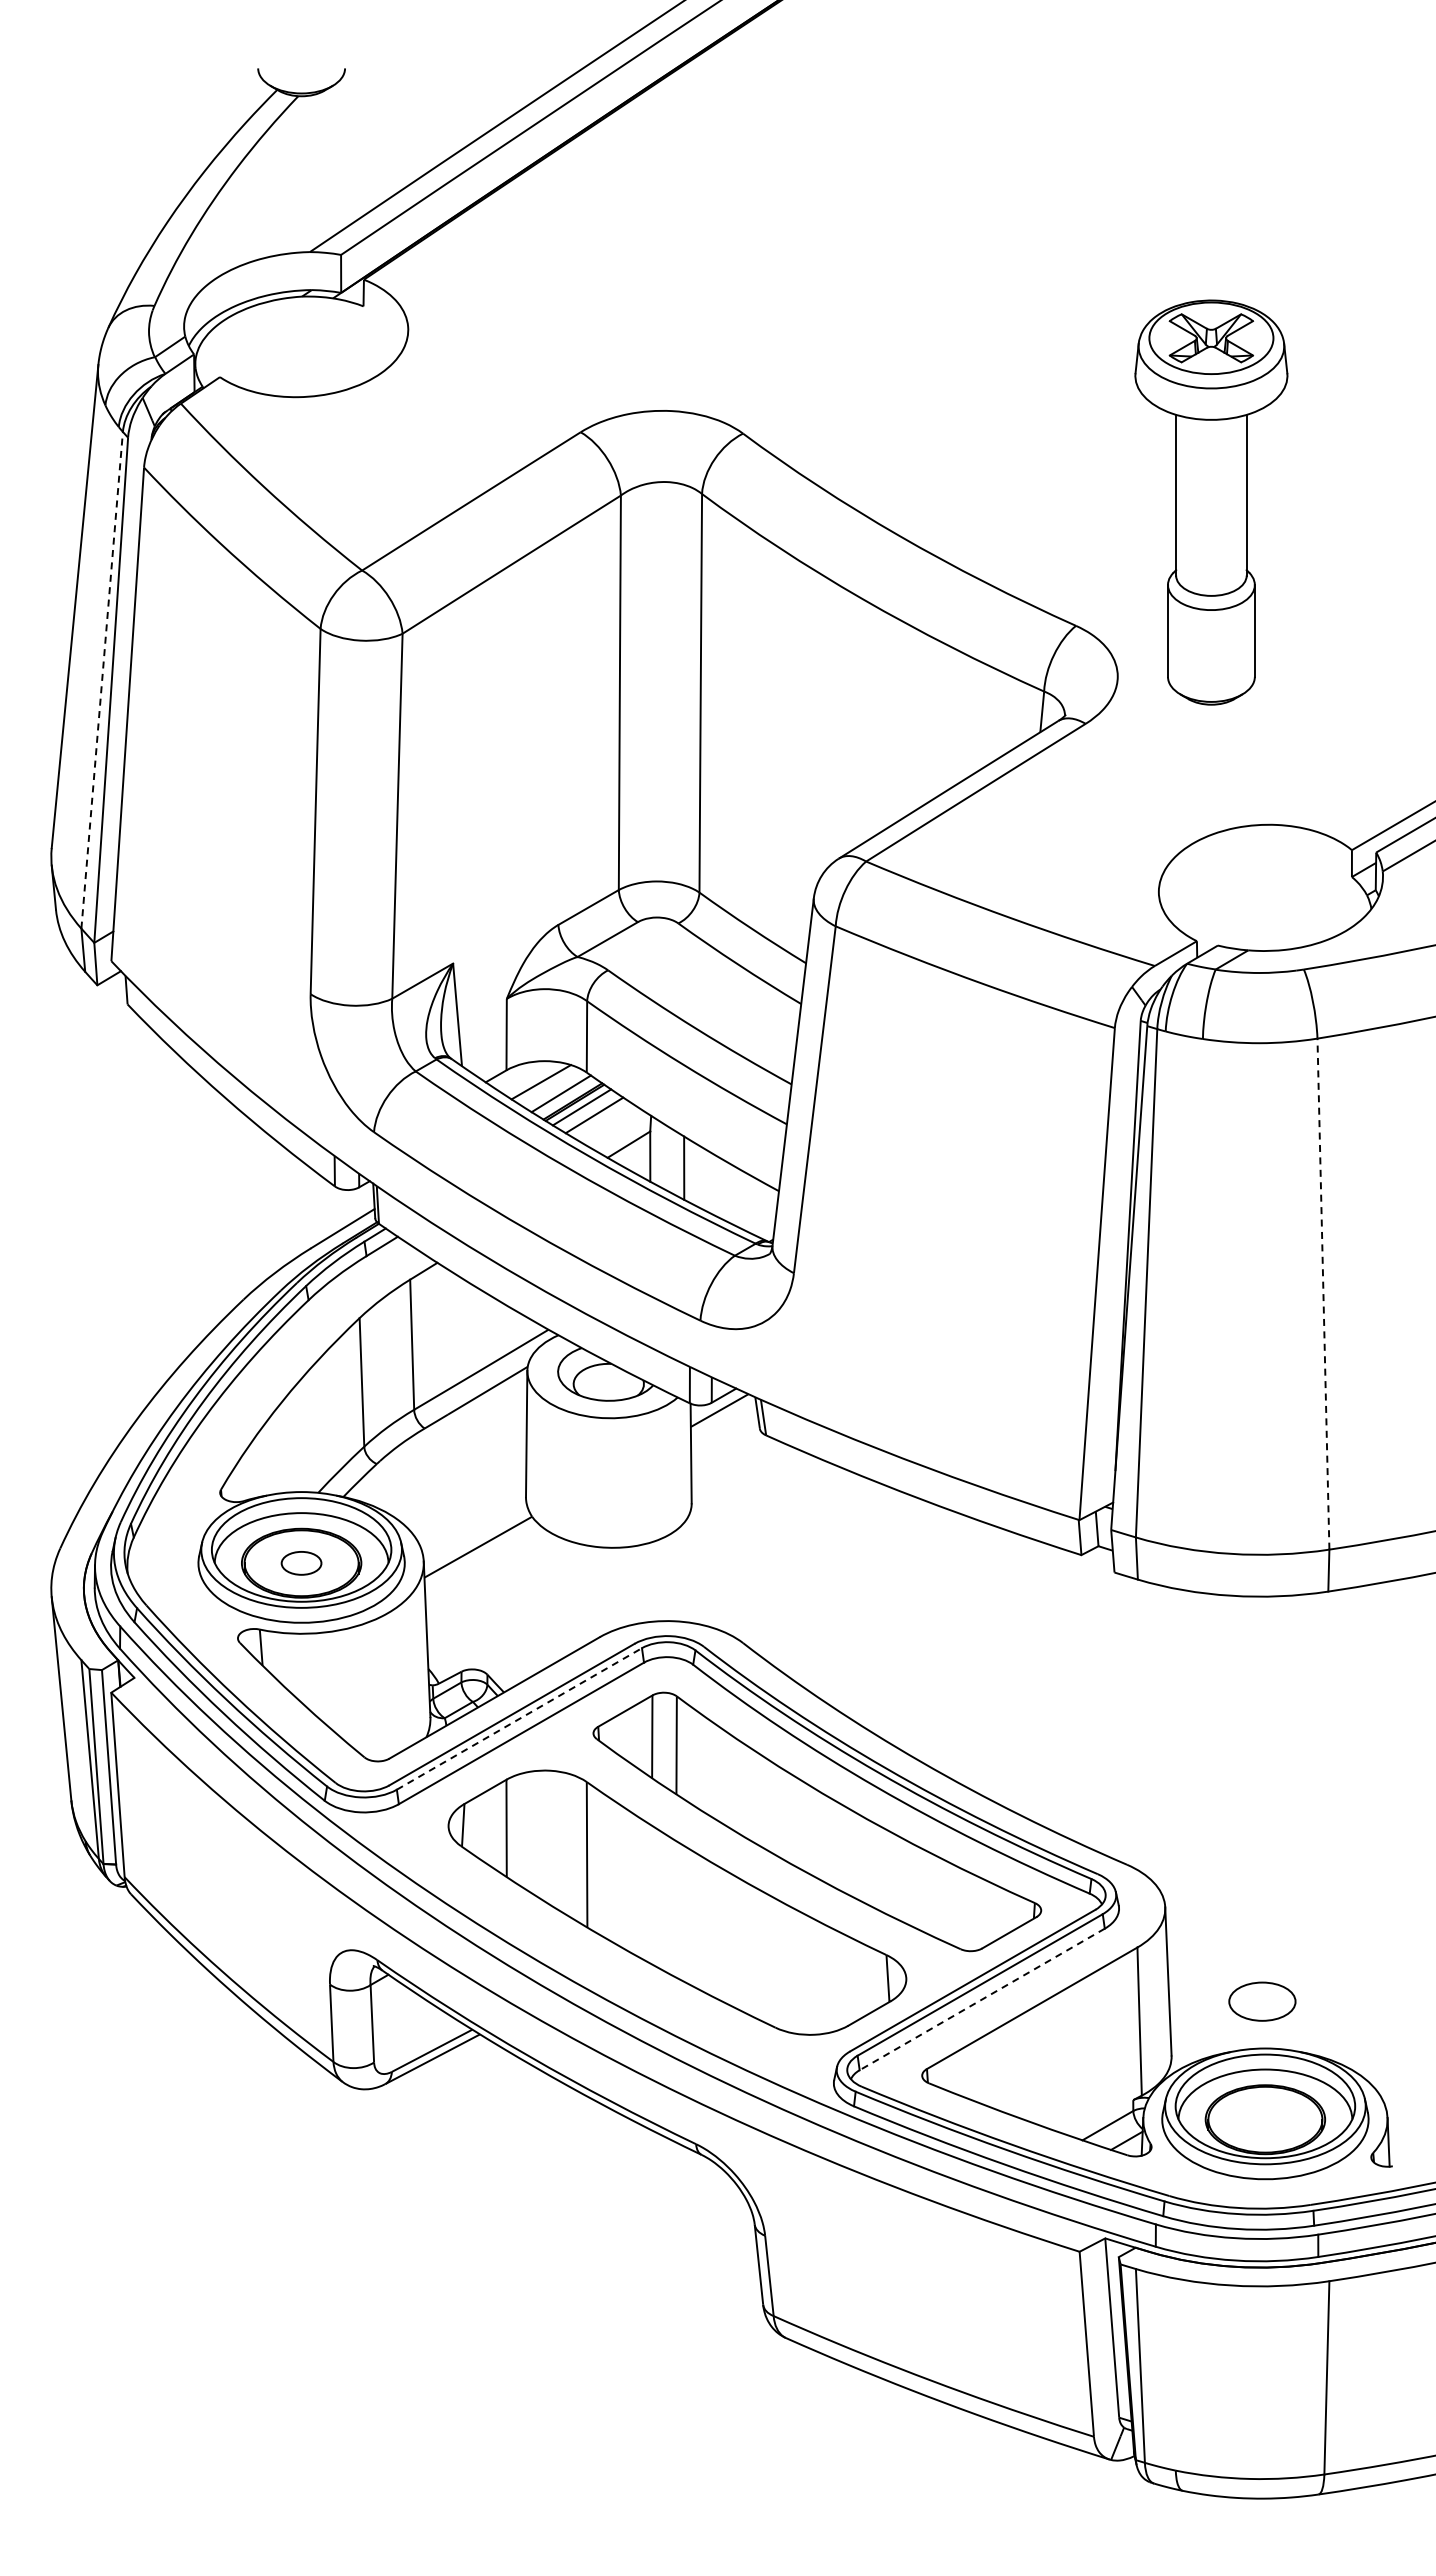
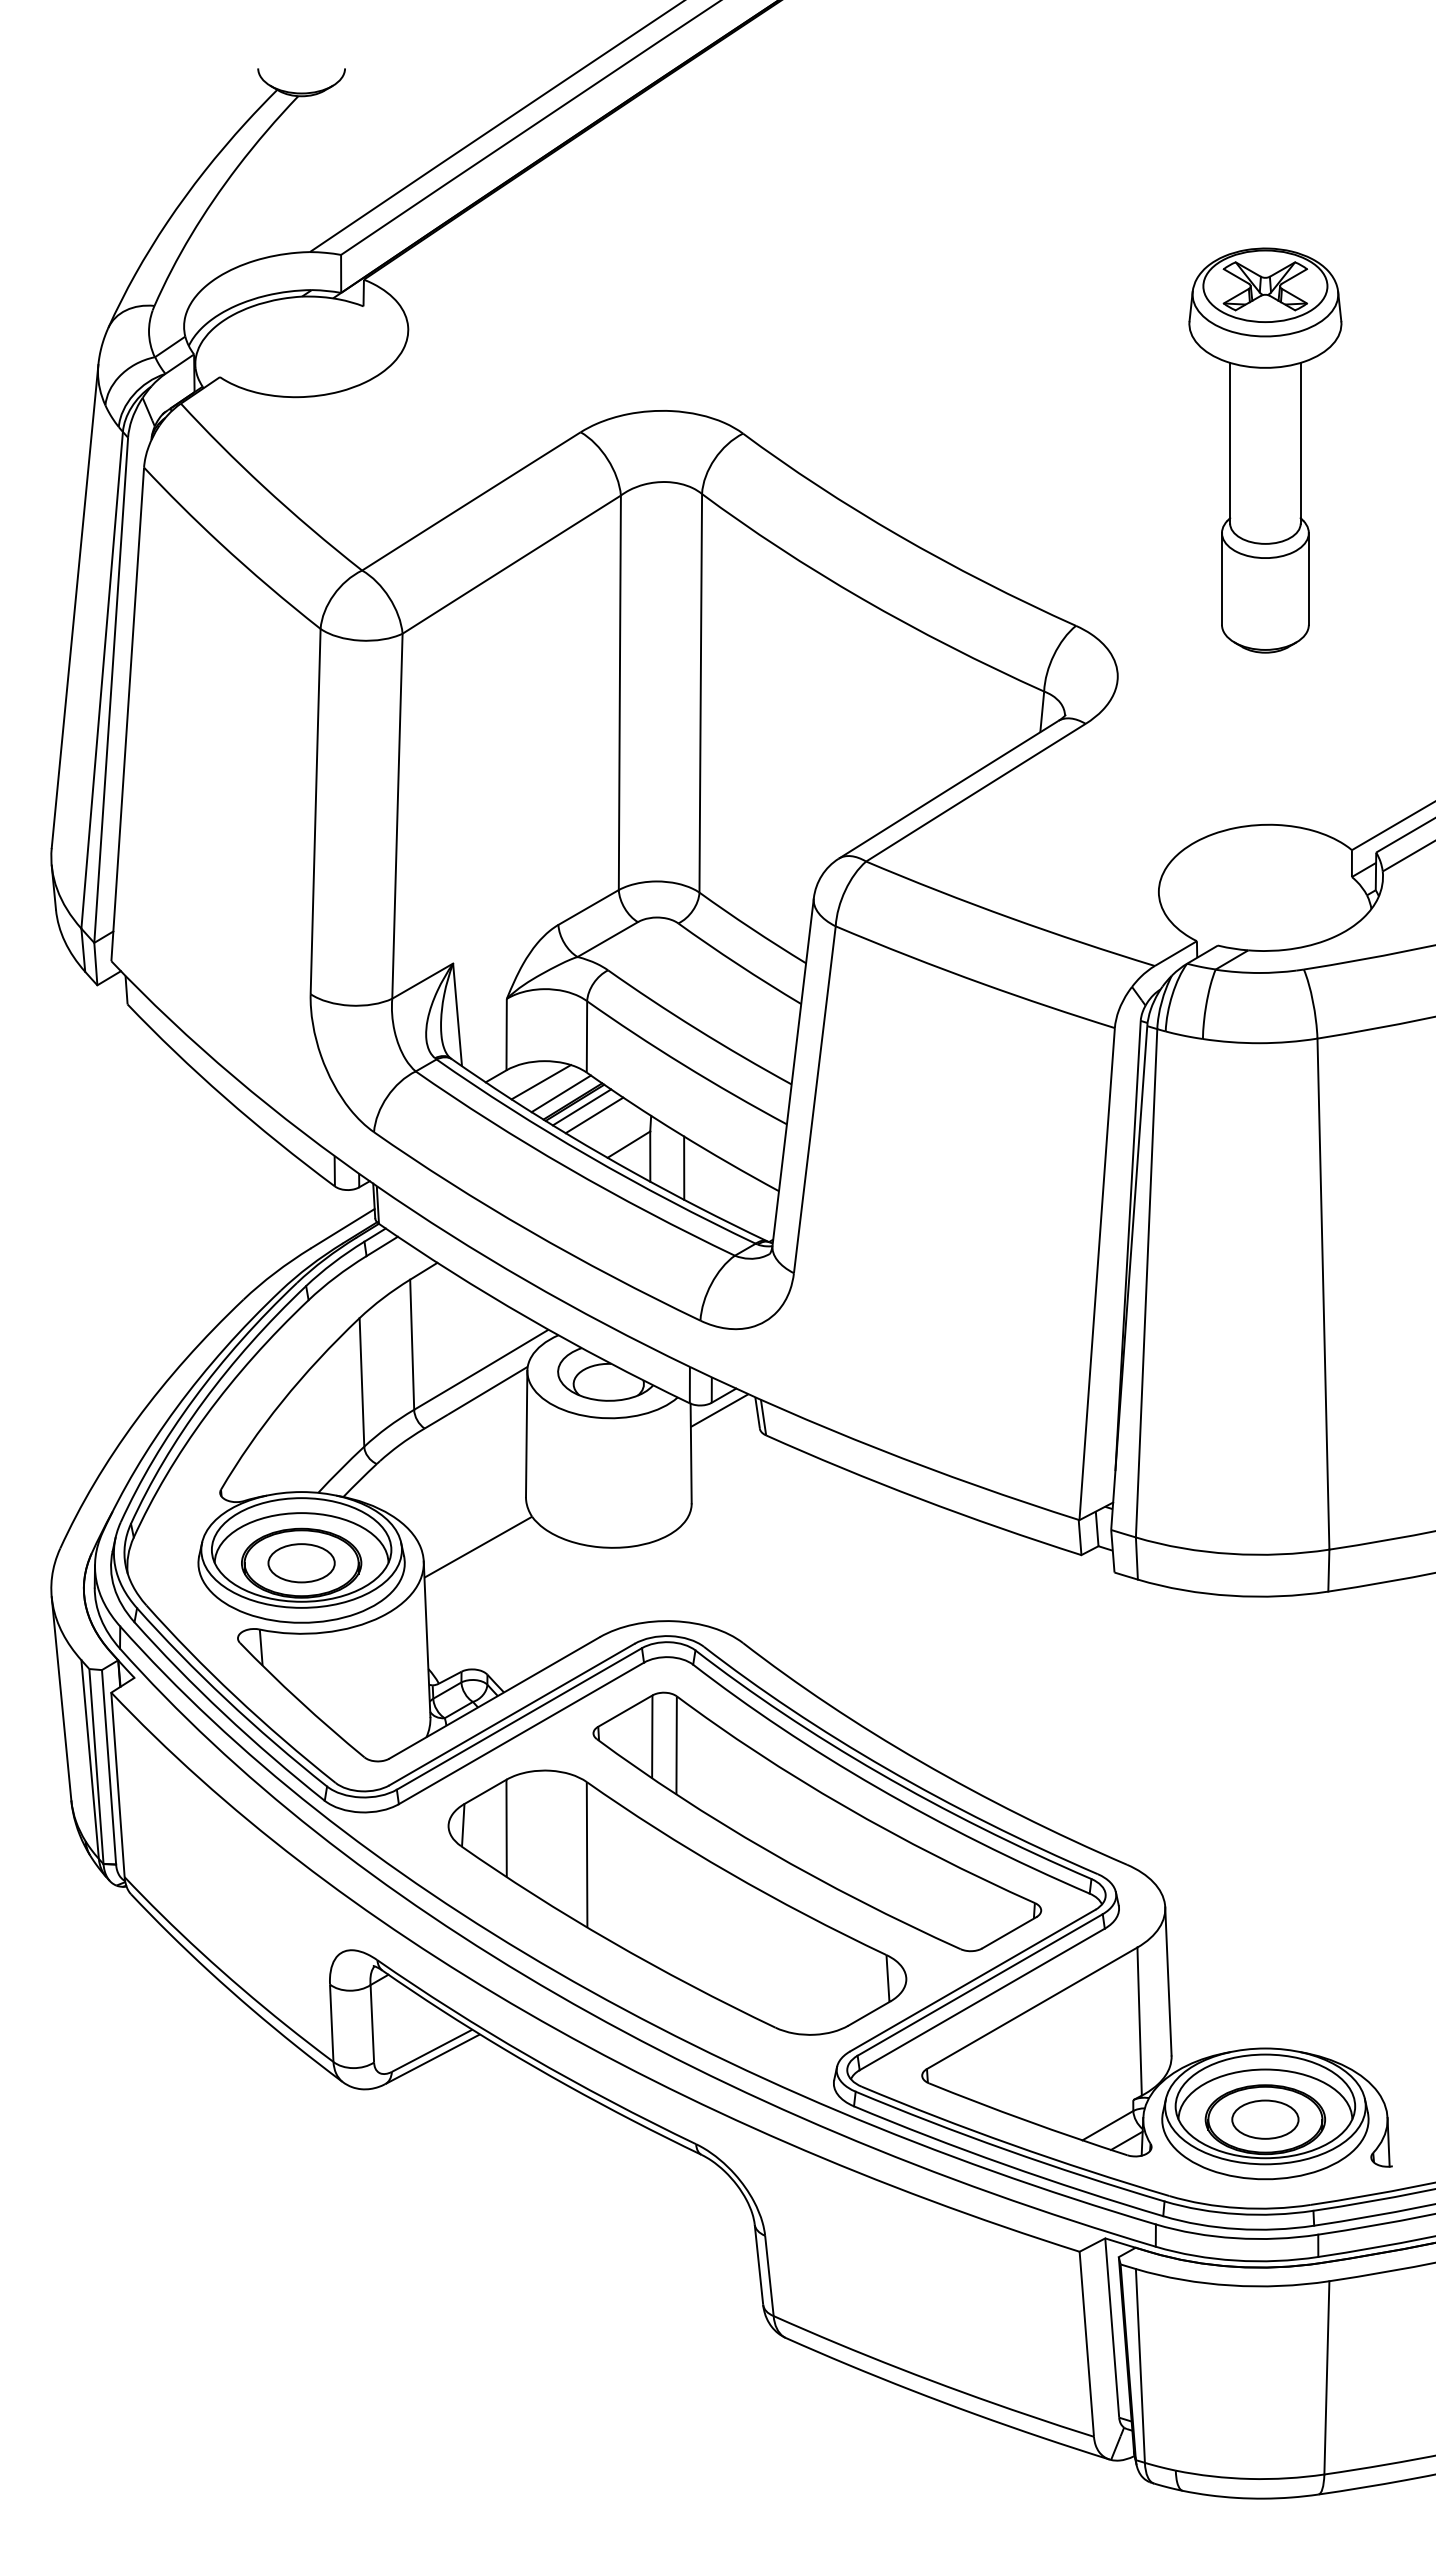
part at (1211, 502) position: (1211, 502) -> (1265, 450)
line at (102, 679): dashed -> solid
line at (1323, 1294): dashed -> solid
part at (301, 1563) size: 43x25 px -> 69x41 px
line at (519, 1718): dashed -> solid
line at (982, 1999): dashed -> solid
part at (1262, 2001) position: (1262, 2001) -> (1265, 2119)
